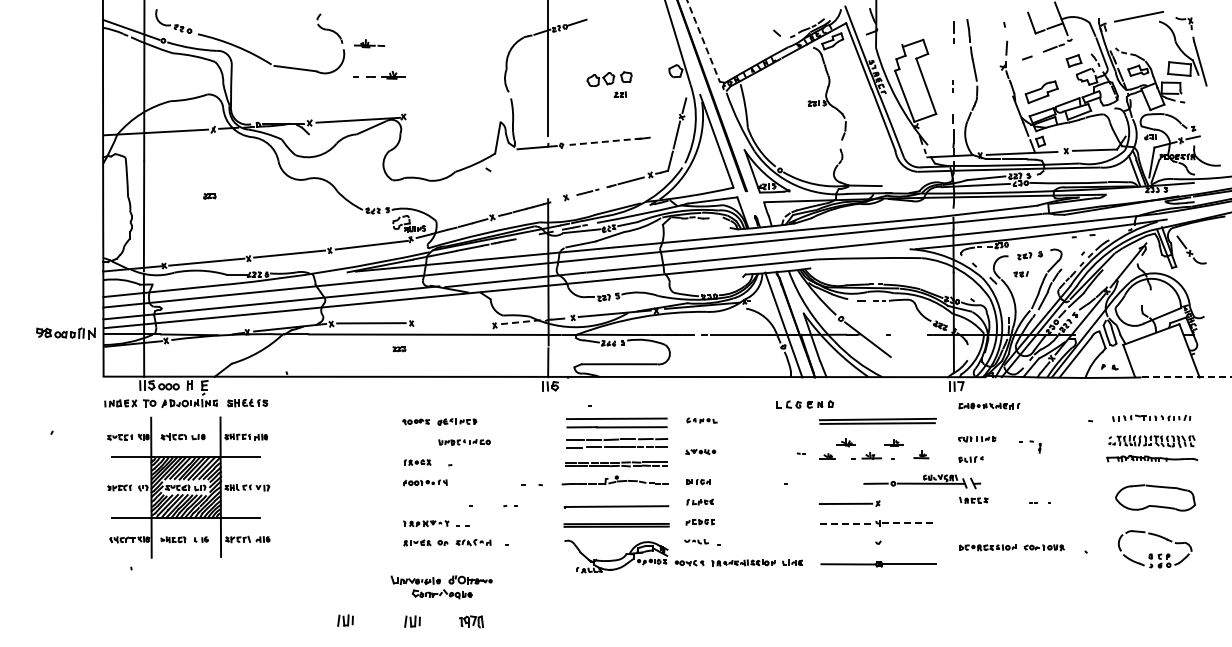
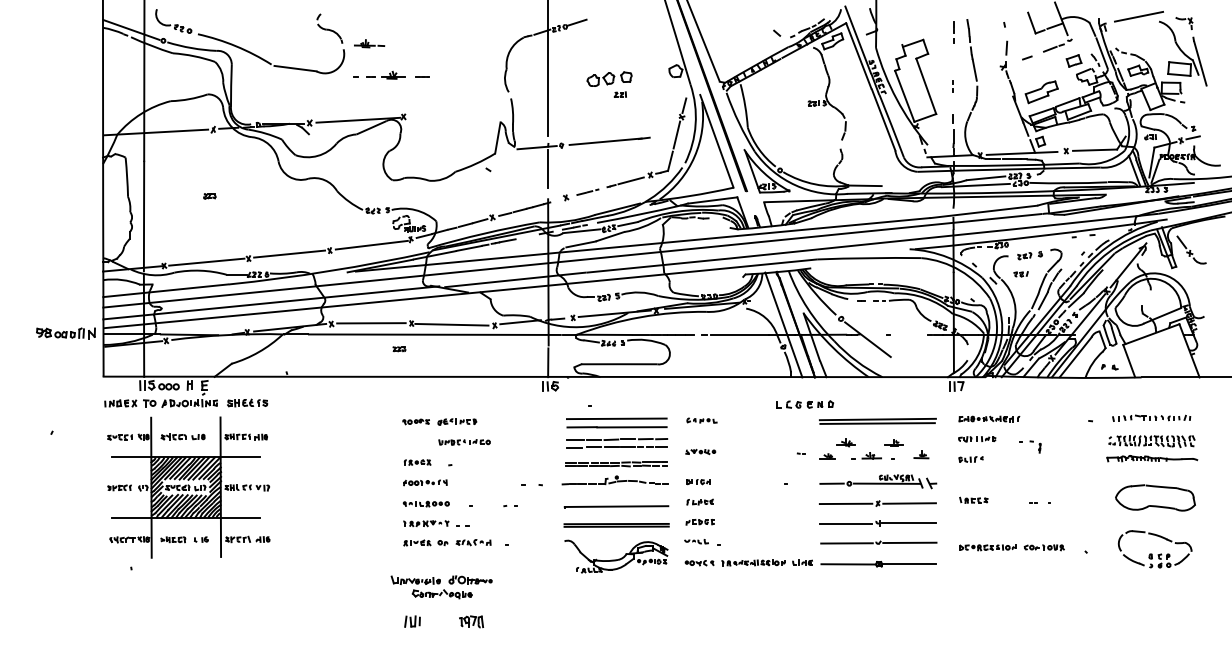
arc at (703, 40): dashed -> solid
line at (422, 76): none -> present
line at (605, 141): dashed -> solid
line at (548, 168): none -> present
line at (520, 322): dashed -> solid
line at (451, 324): none -> present
line at (1186, 377): dashed -> solid
part at (989, 405) position: (989, 405) -> (989, 418)
part at (922, 481) position: (922, 481) -> (878, 481)
part at (425, 503): none -> present
line at (909, 503): none -> present
line at (846, 523): dashed -> solid
line at (909, 523): dashed -> solid
line at (909, 542): none -> present
line at (846, 543): none -> present
part at (738, 562) position: (738, 562) -> (748, 562)
part at (345, 620): present -> none
